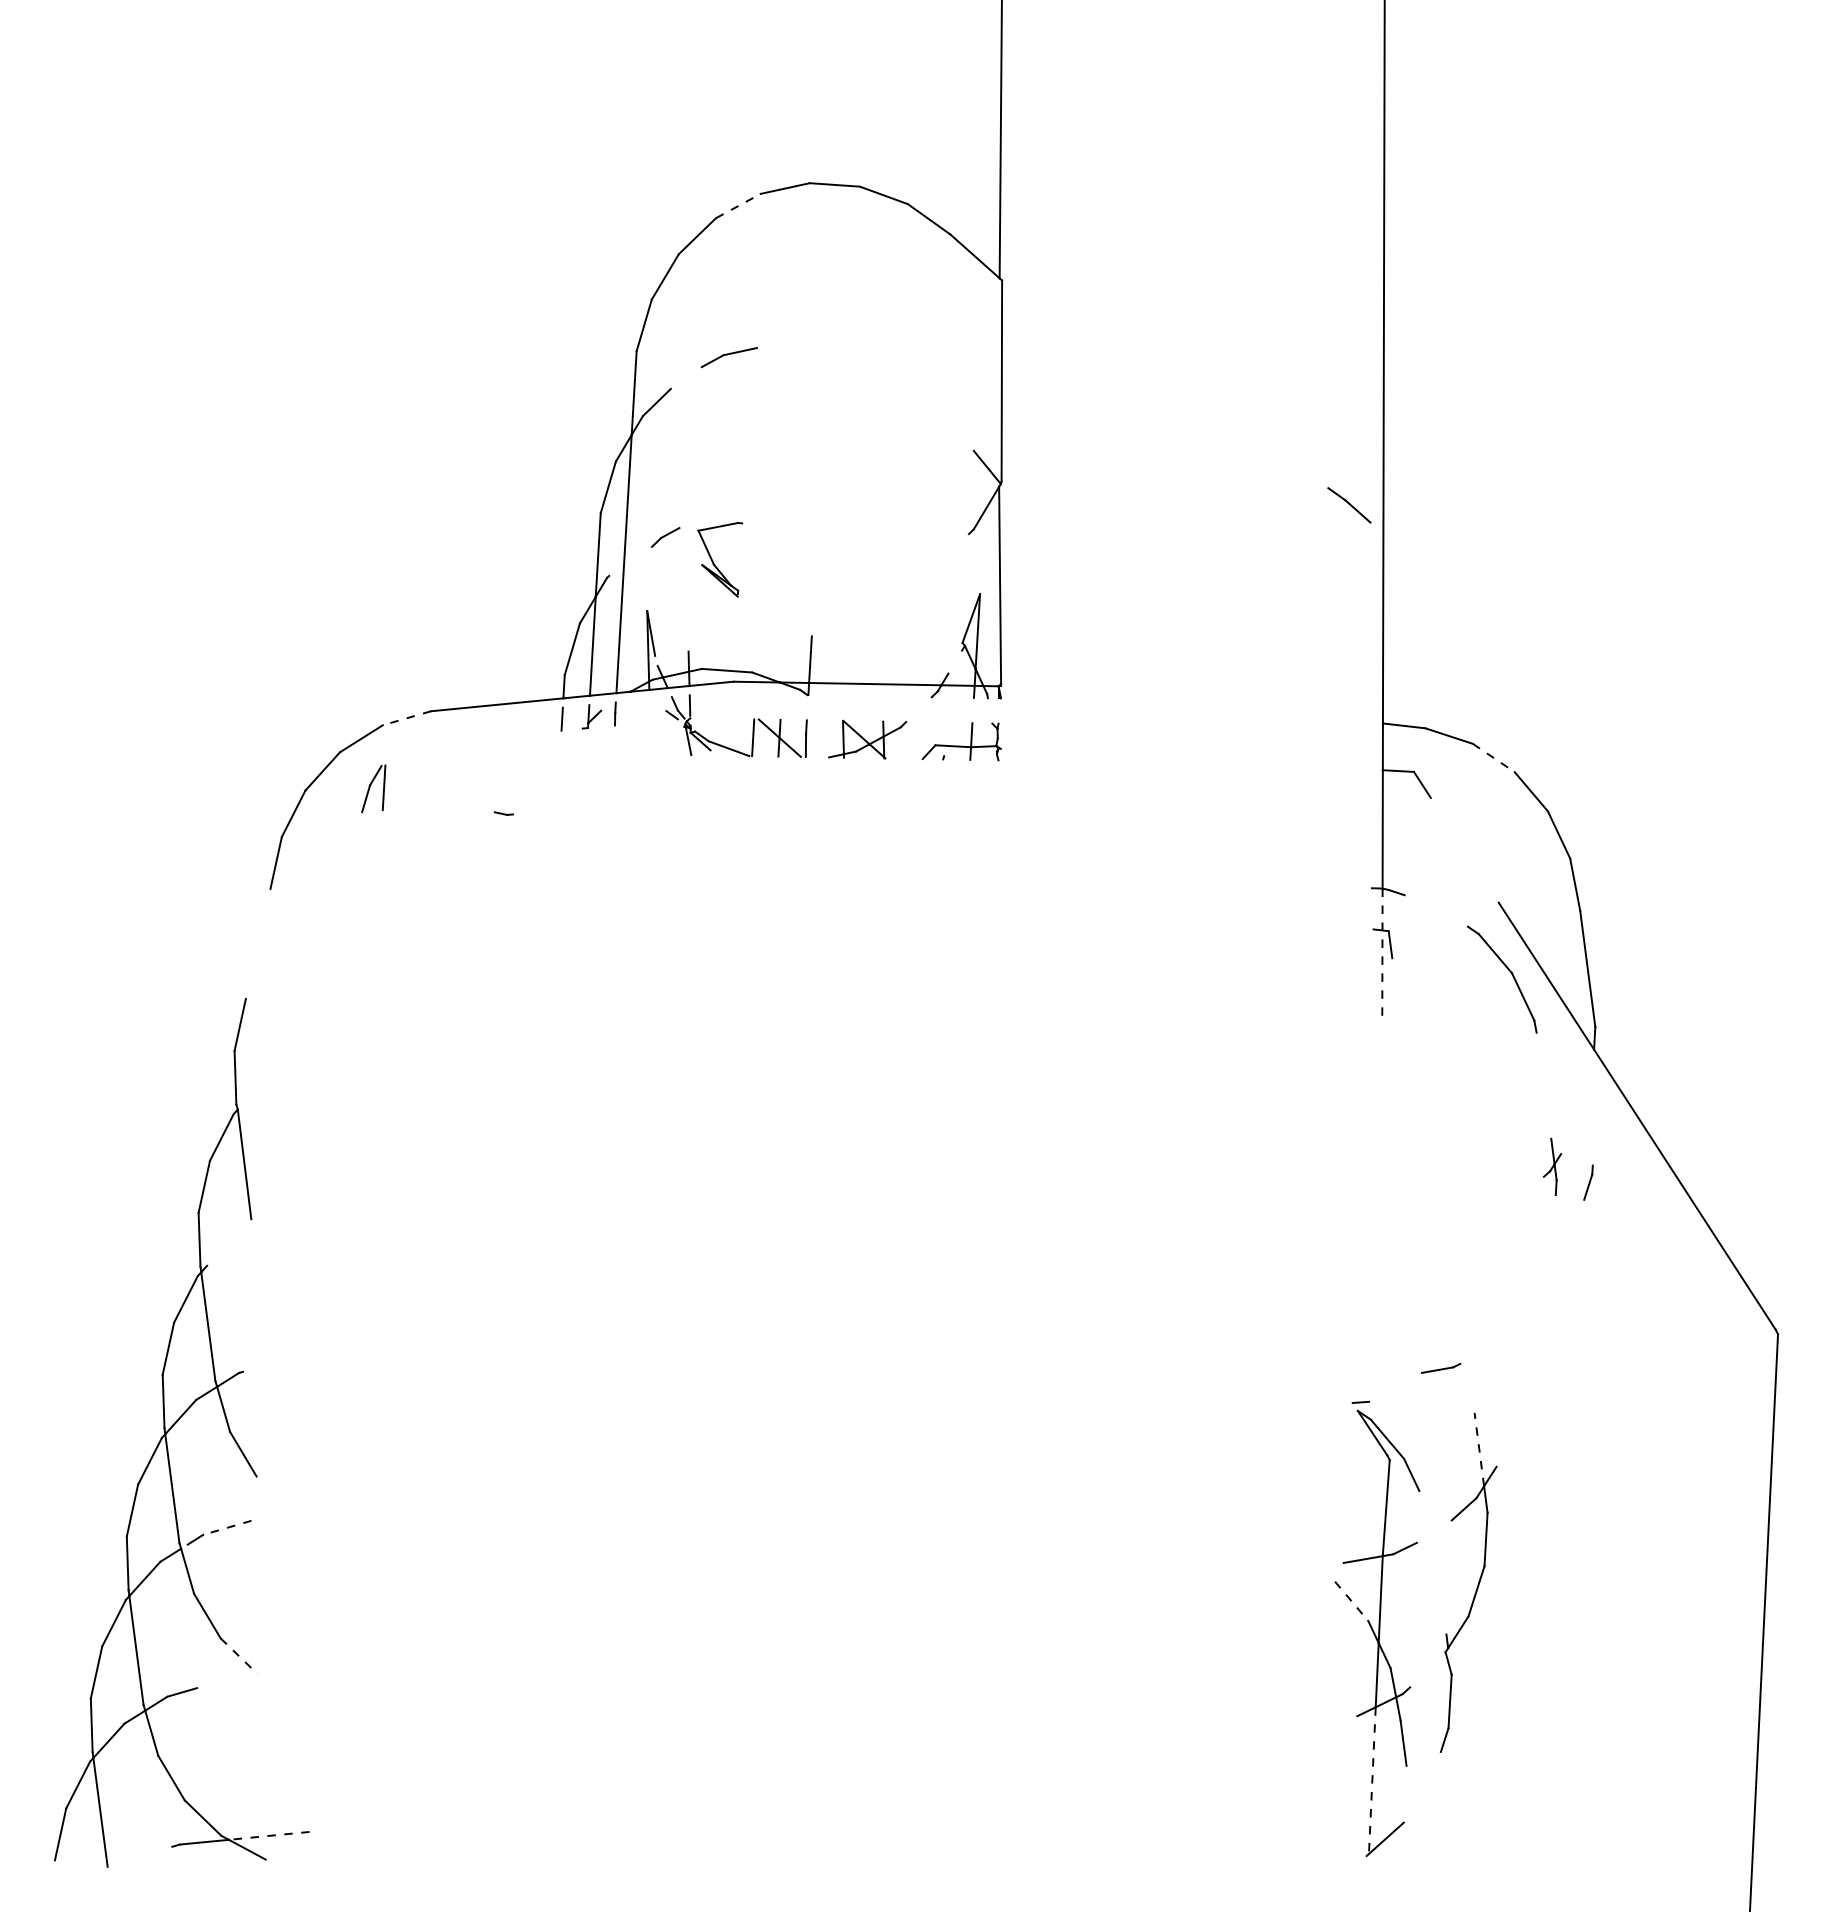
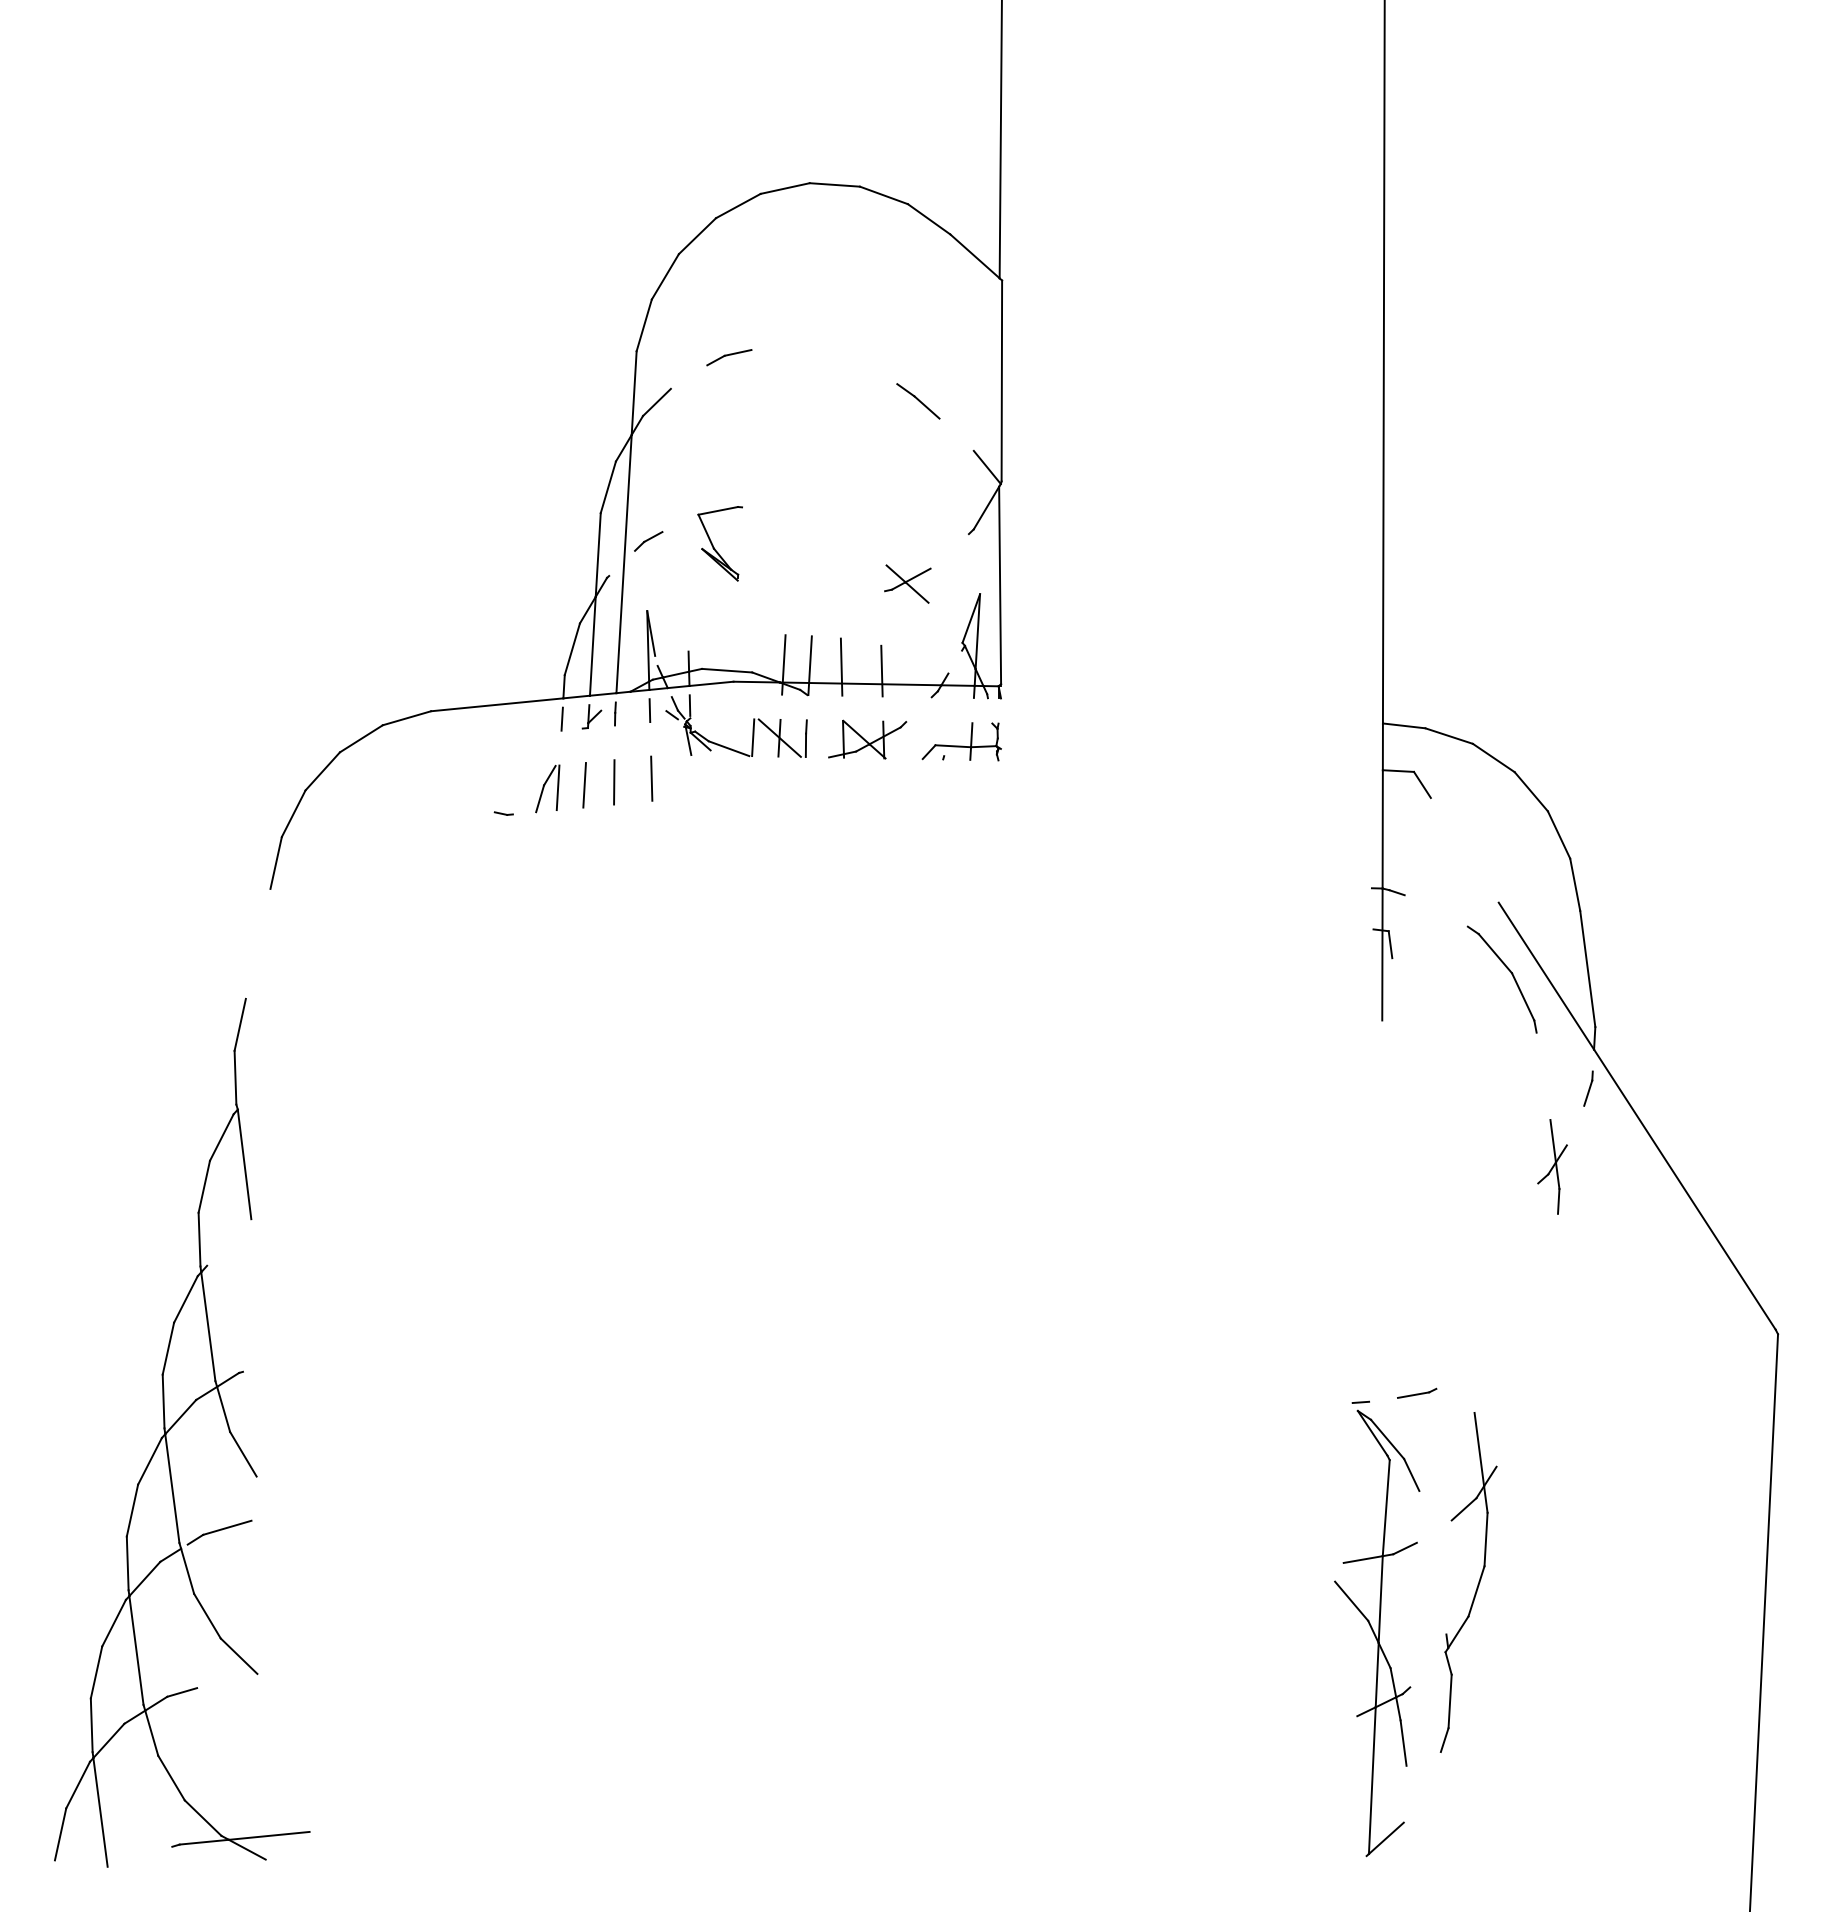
line at (738, 205): dashed -> solid
part at (728, 357) size: 58x22 px -> 47x18 px
part at (1349, 505) position: (1349, 505) -> (918, 401)
part at (665, 537) position: (665, 537) -> (648, 541)
part at (713, 560) position: (713, 560) -> (713, 544)
part at (907, 583): none -> present
line at (783, 664): none -> present
line at (841, 666): none -> present
line at (881, 670): none -> present
line at (649, 710): none -> present
line at (406, 718): dashed -> solid
line at (1494, 758): dashed -> solid
line at (651, 778): none -> present
line at (614, 782): none -> present
line at (584, 785): none -> present
part at (373, 788) position: (373, 788) -> (547, 788)
line at (1382, 954): dashed -> solid
part at (1552, 1166) size: 21x59 px -> 31x96 px
part at (1588, 1182) position: (1588, 1182) -> (1588, 1088)
part at (1441, 1367) position: (1441, 1367) -> (1417, 1392)
line at (1479, 1449): dashed -> solid
line at (226, 1527): dashed -> solid
line at (1351, 1601): dashed -> solid
line at (239, 1656): dashed -> solid
line at (1372, 1781): dashed -> solid
line at (269, 1835): dashed -> solid
